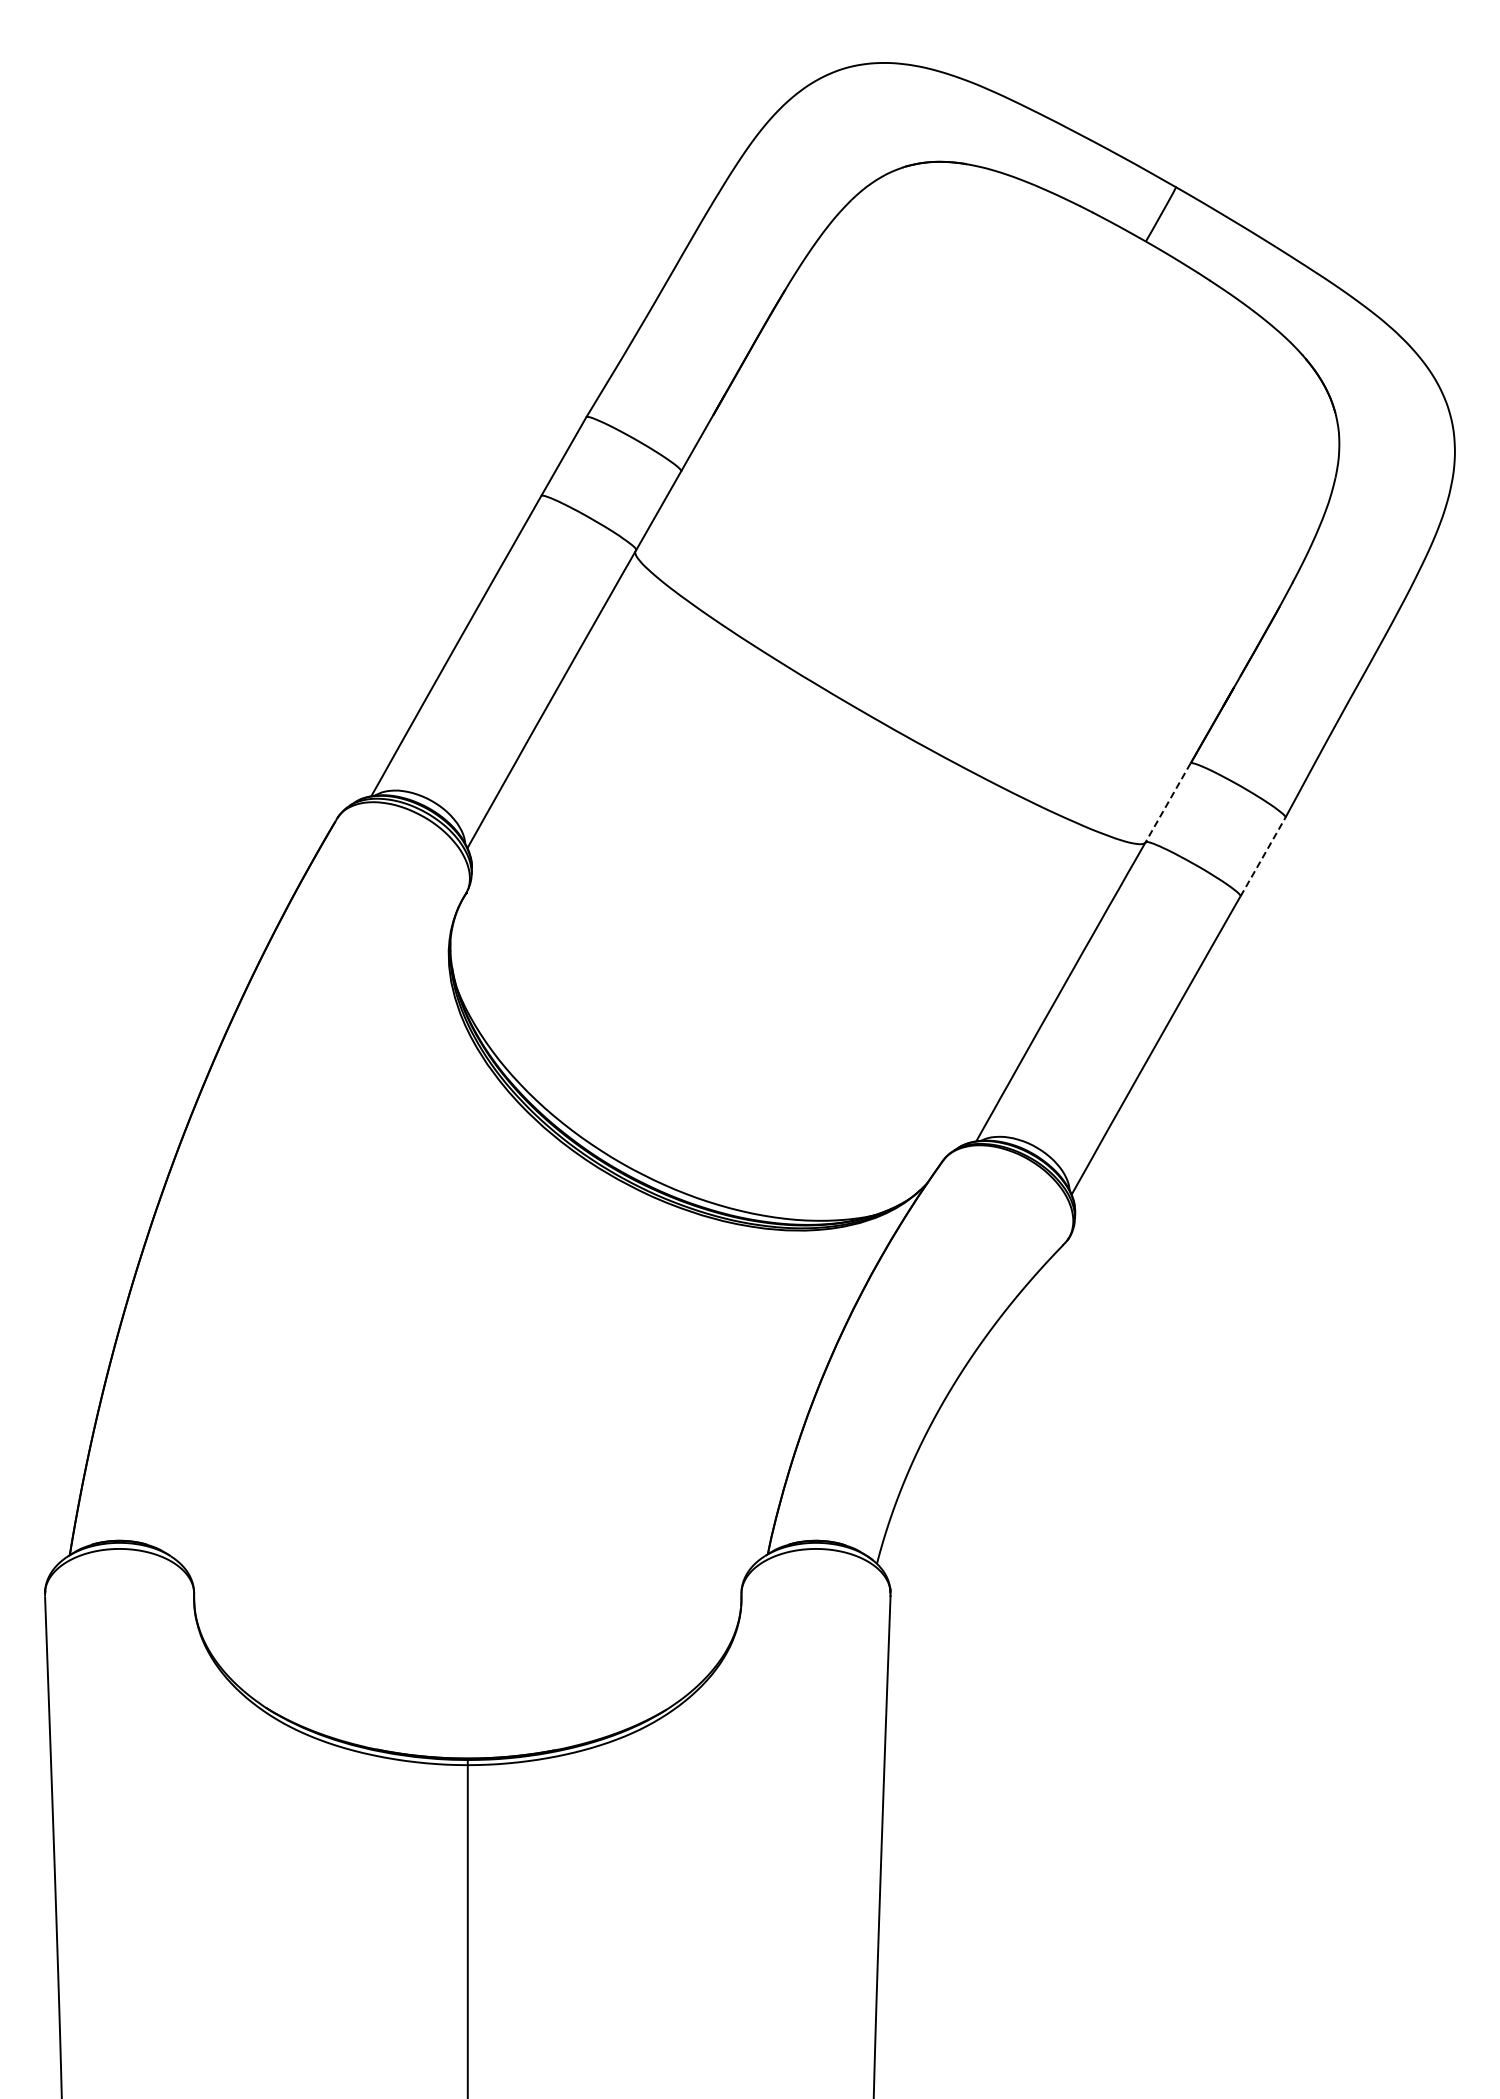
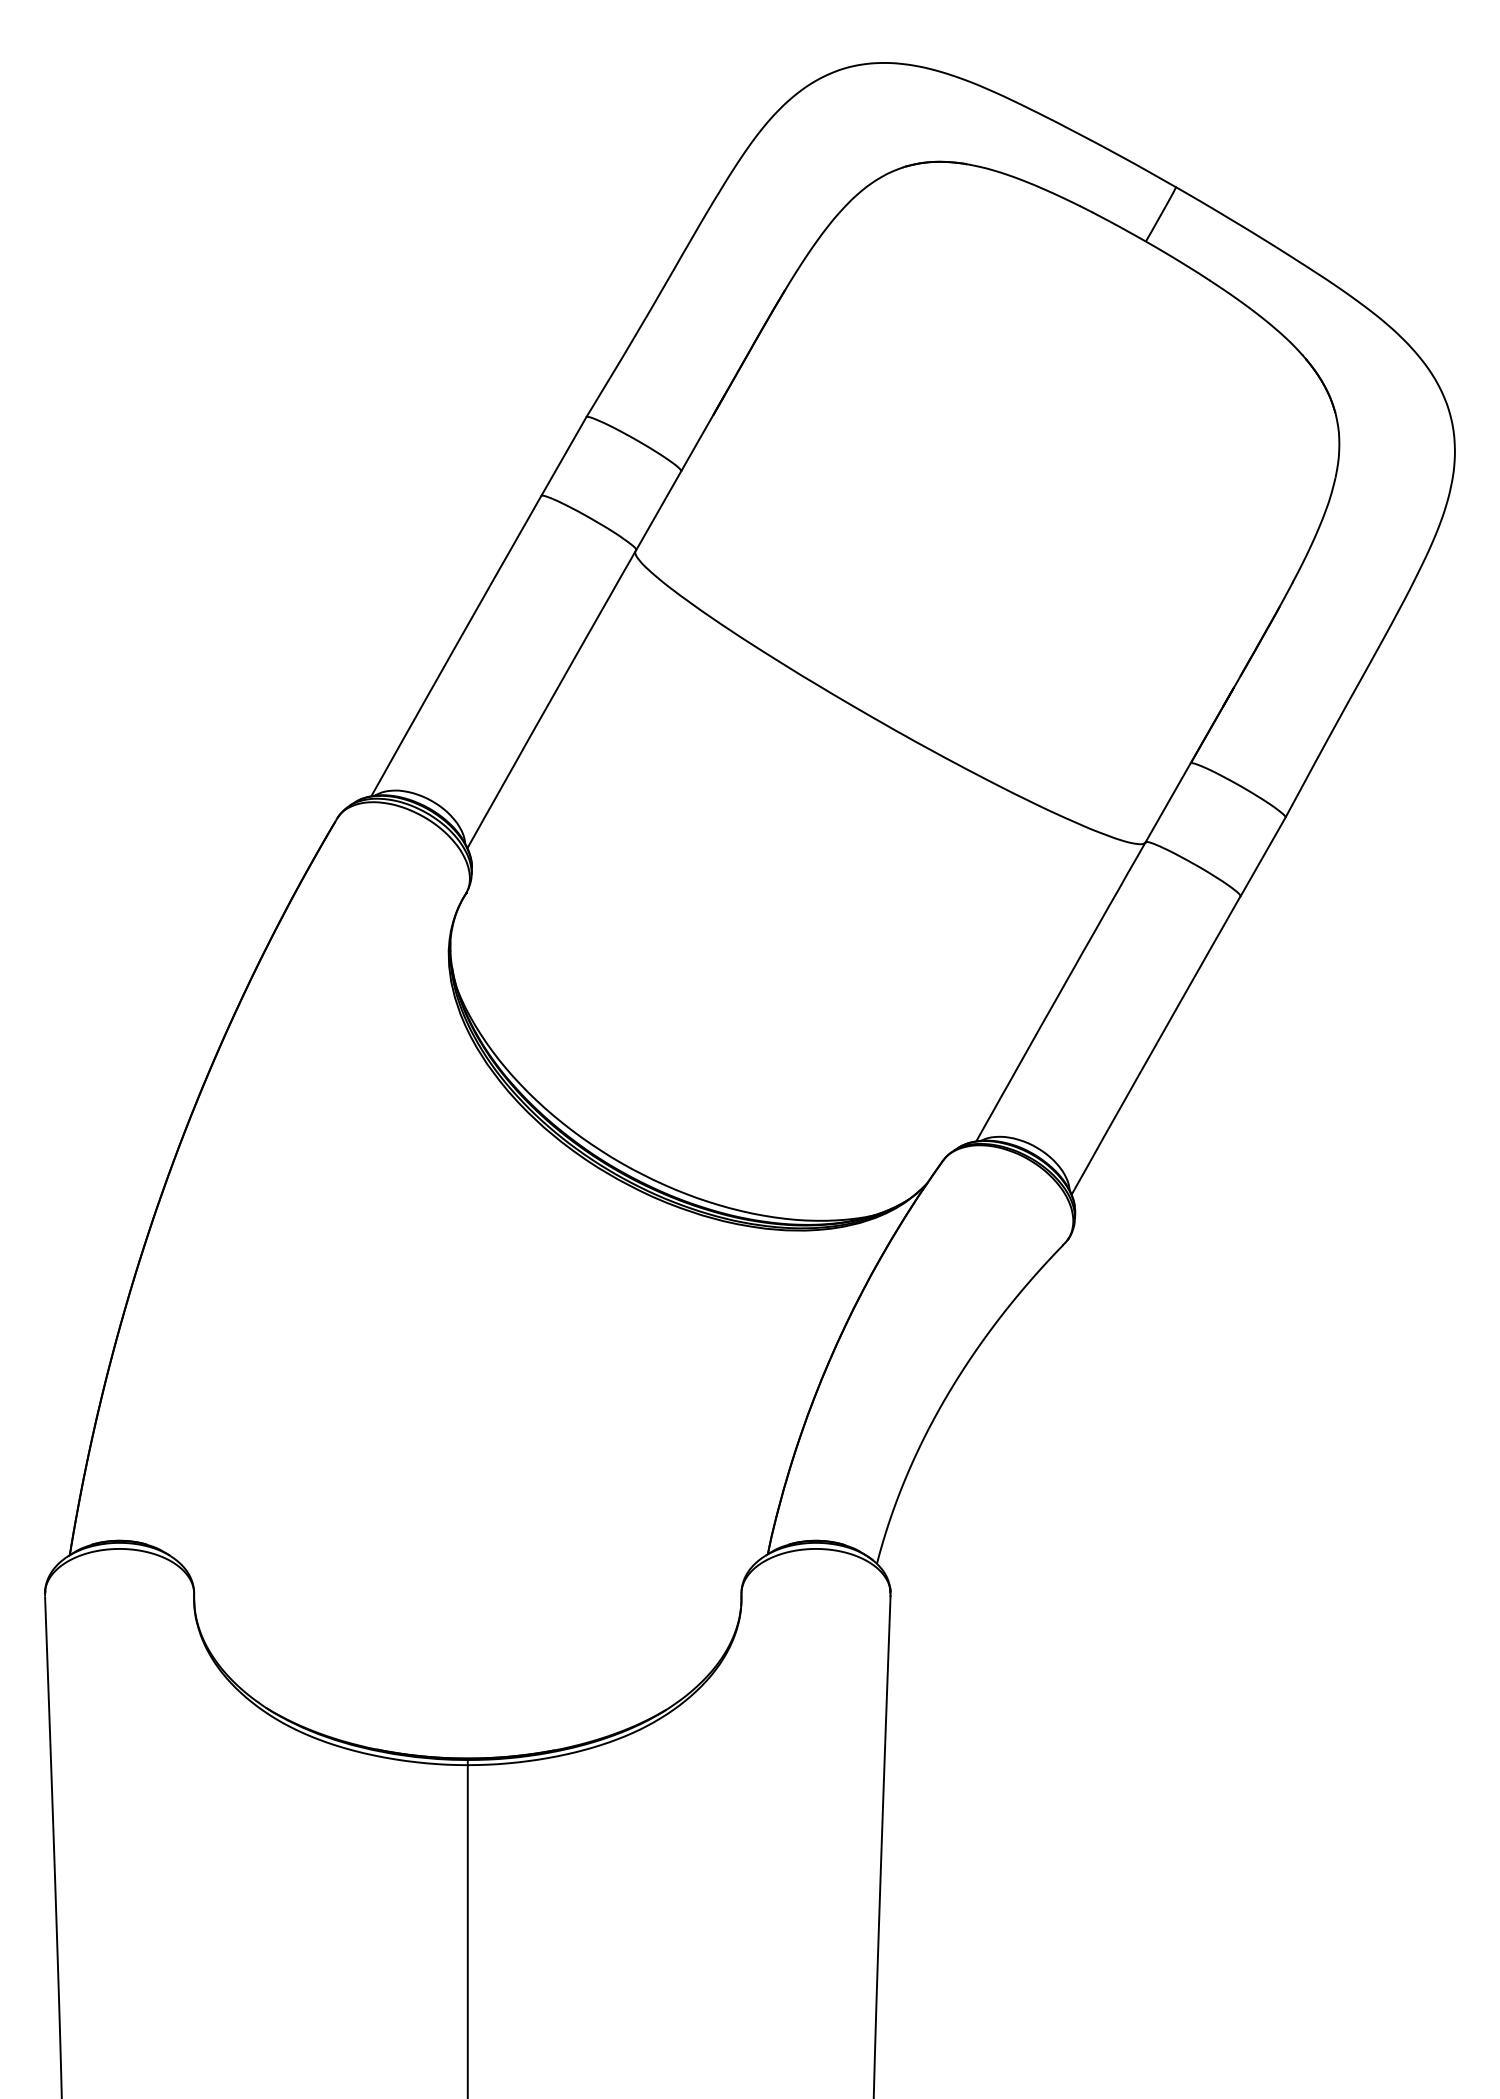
line at (1167, 803): dashed -> solid
line at (1263, 856): dashed -> solid
